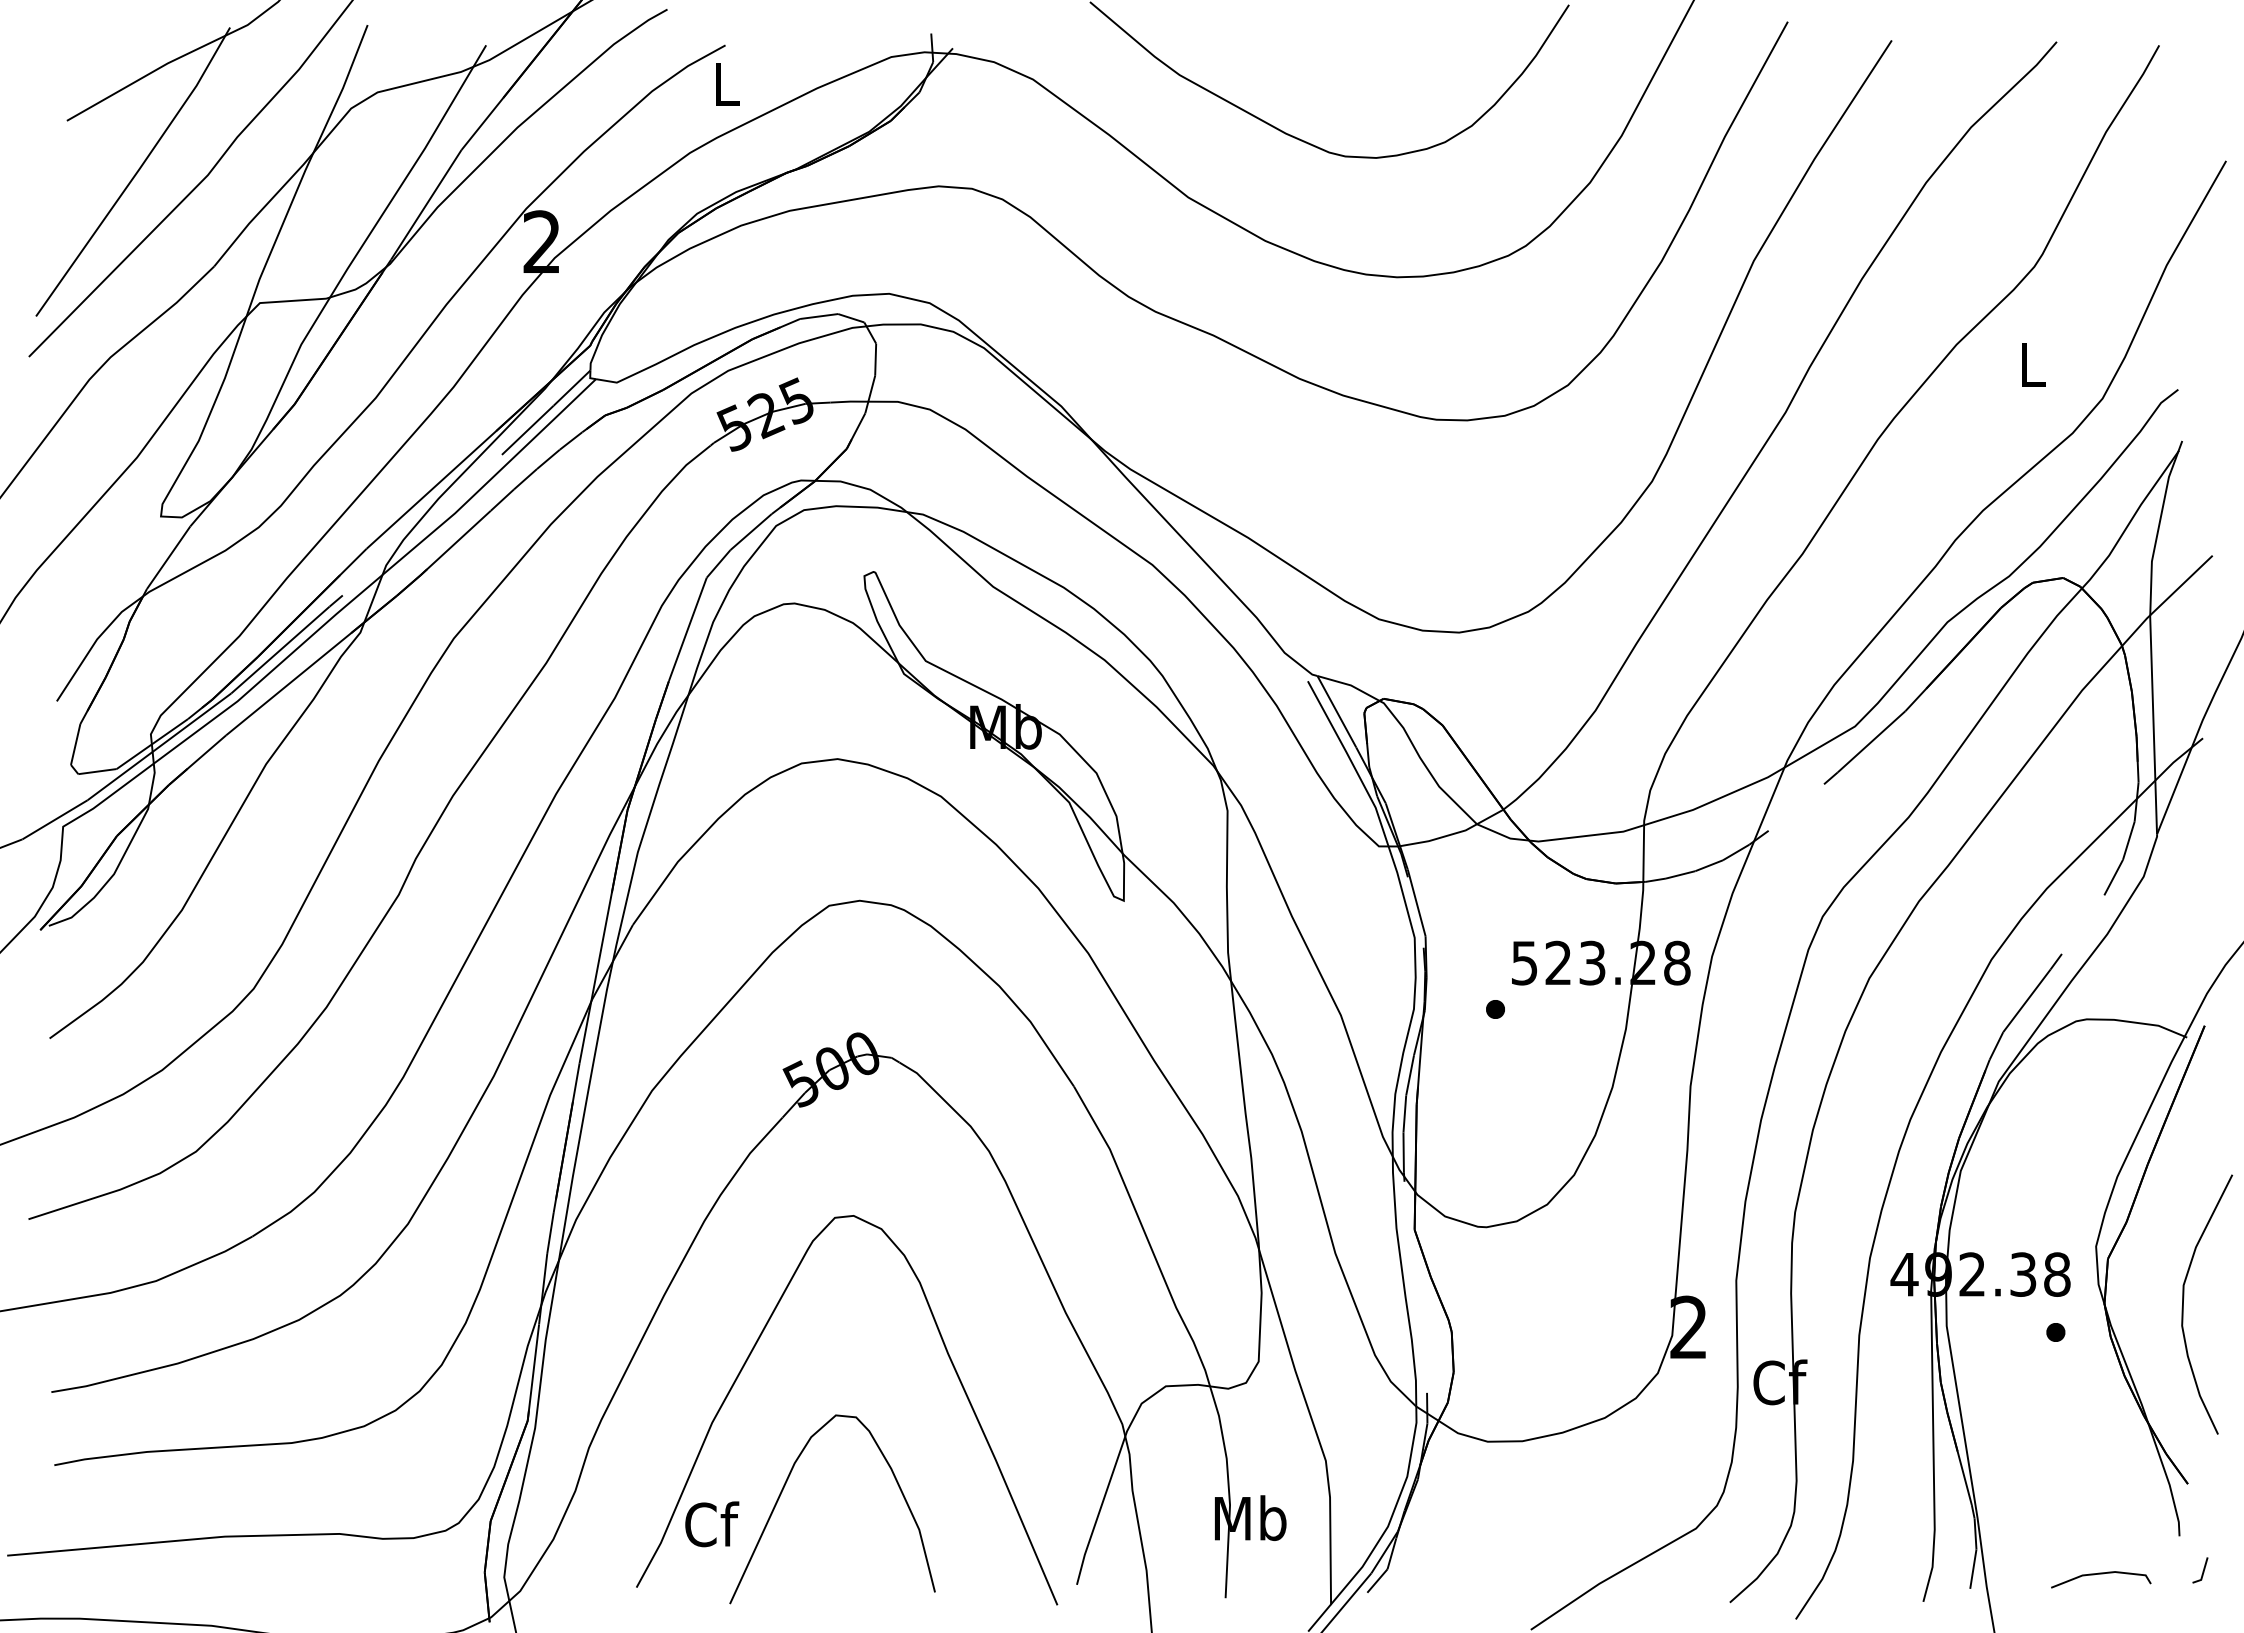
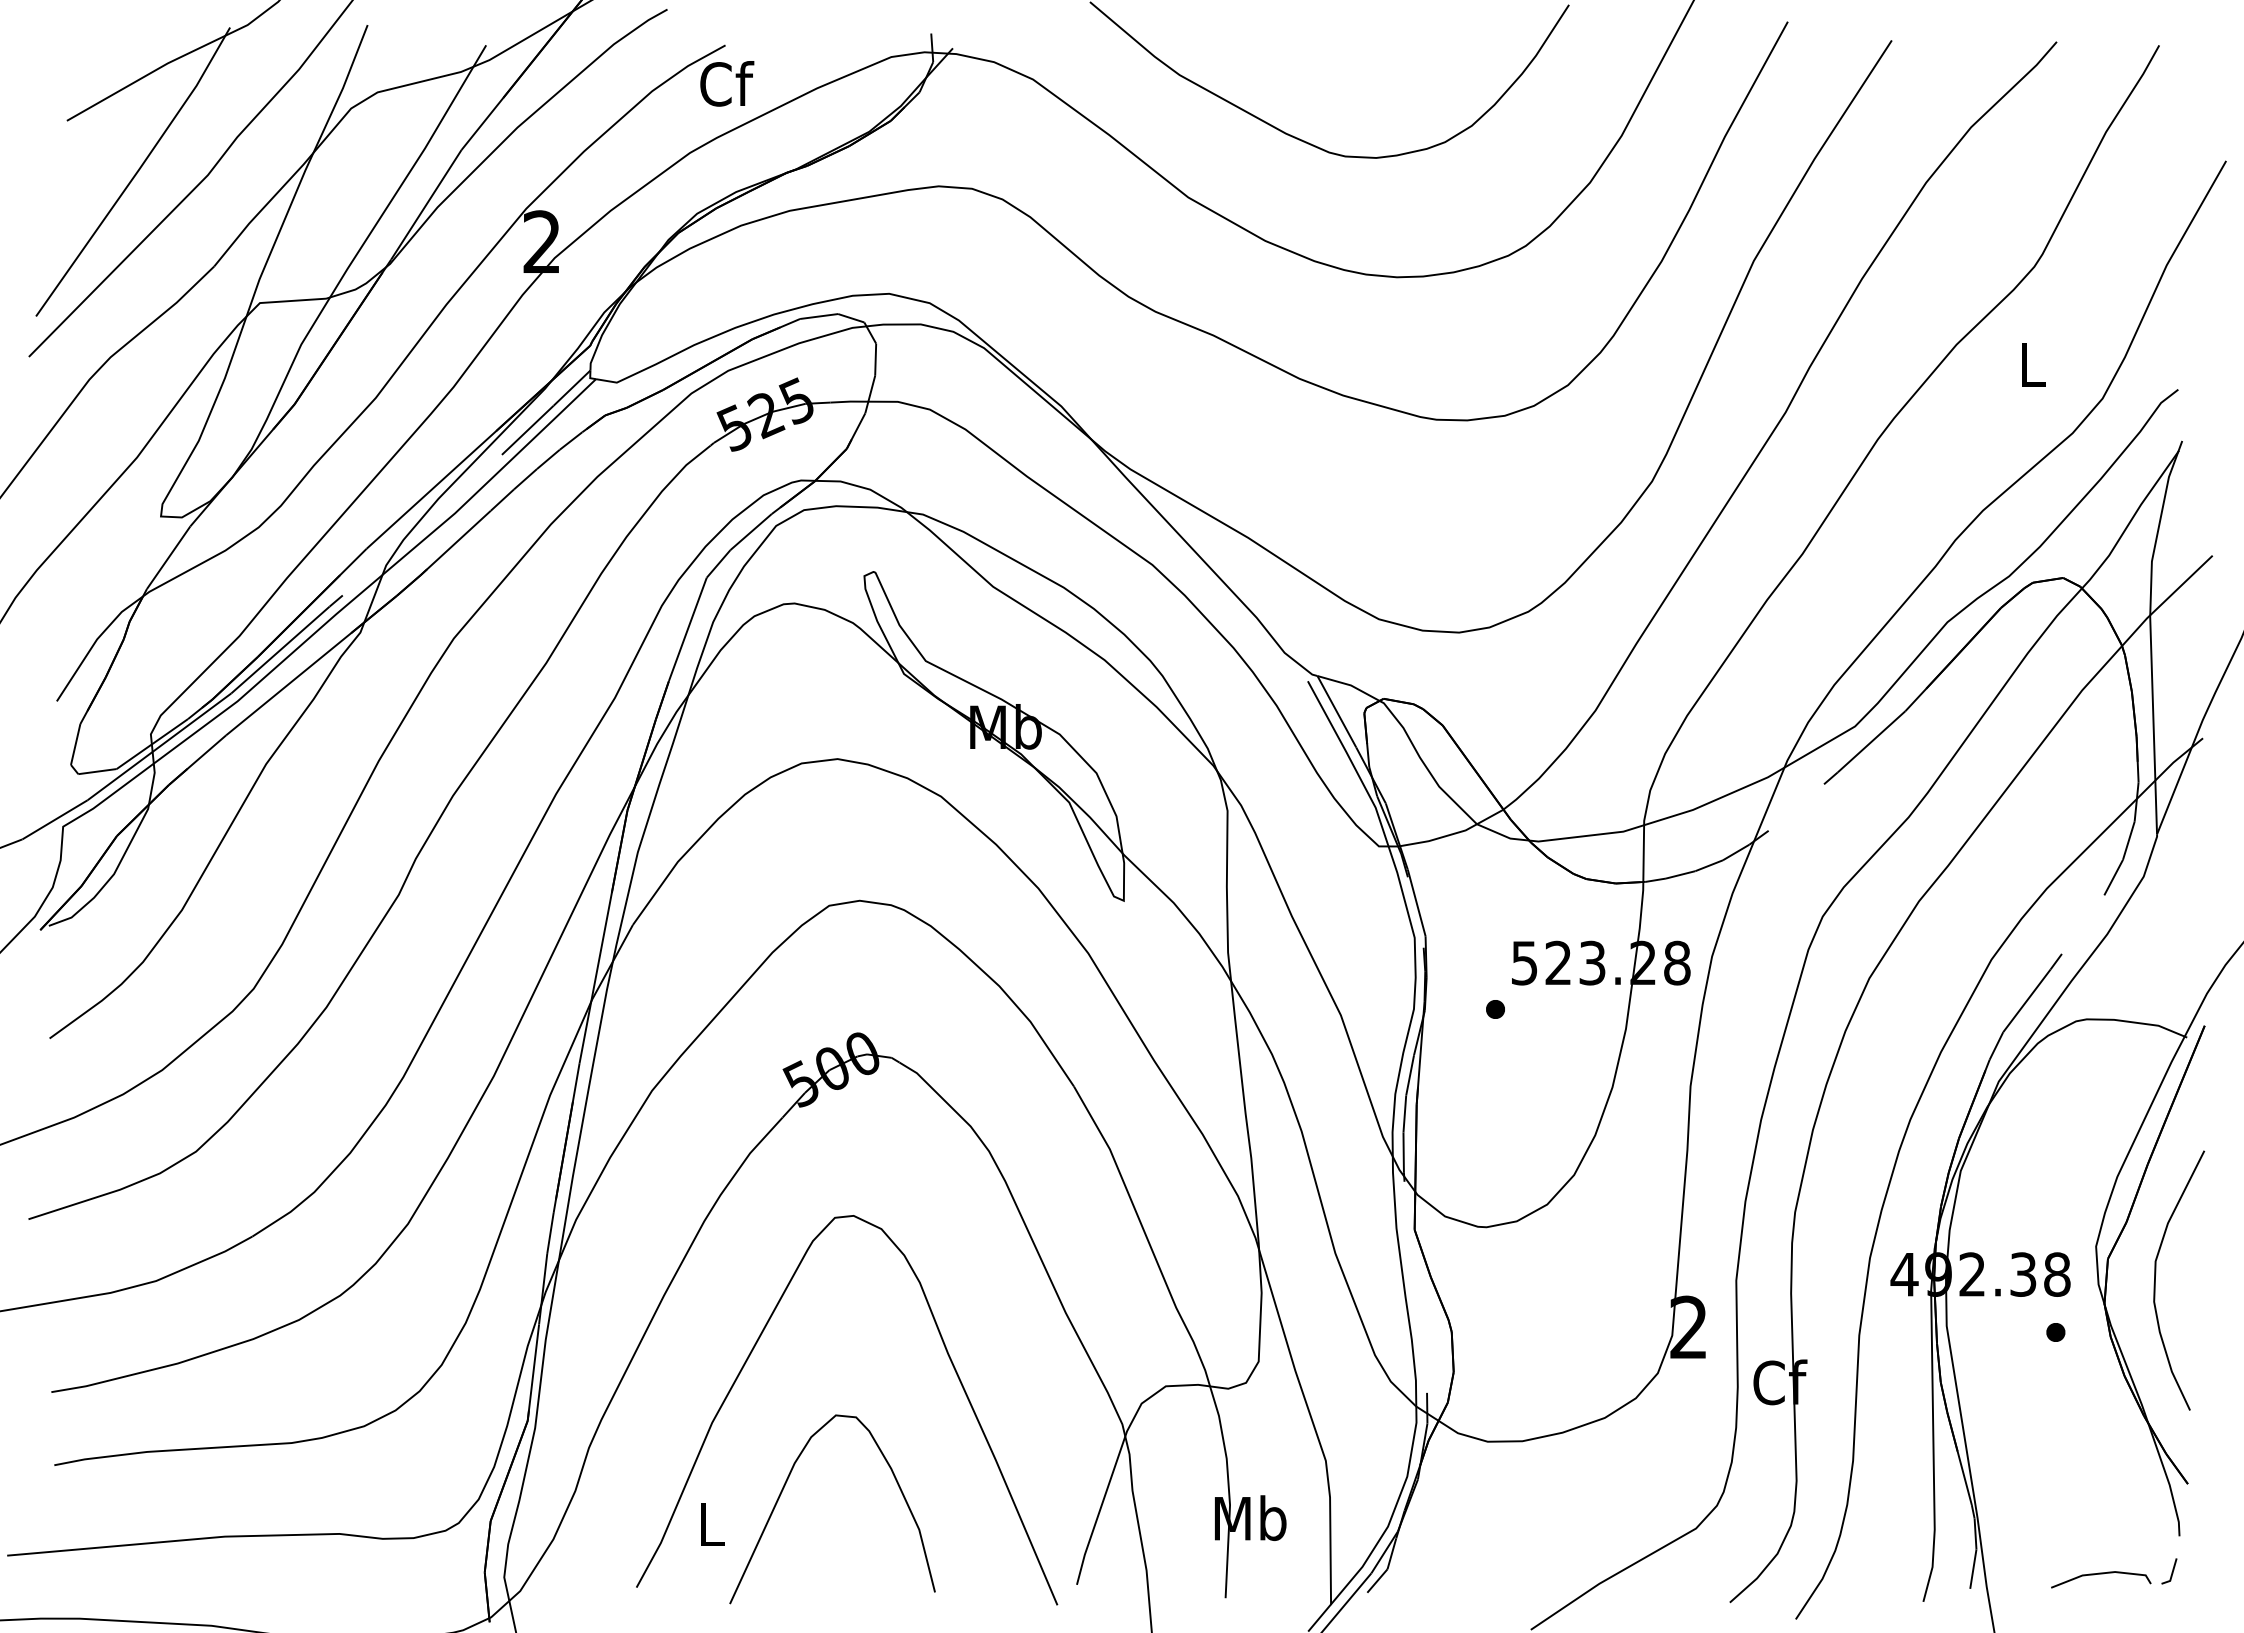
text at (727, 83): L -> Cf
curve at (2183, 1304) position: (2183, 1304) -> (2155, 1280)
text at (712, 1524): Cf -> L
line at (2202, 1571) position: (2202, 1571) -> (2171, 1572)
